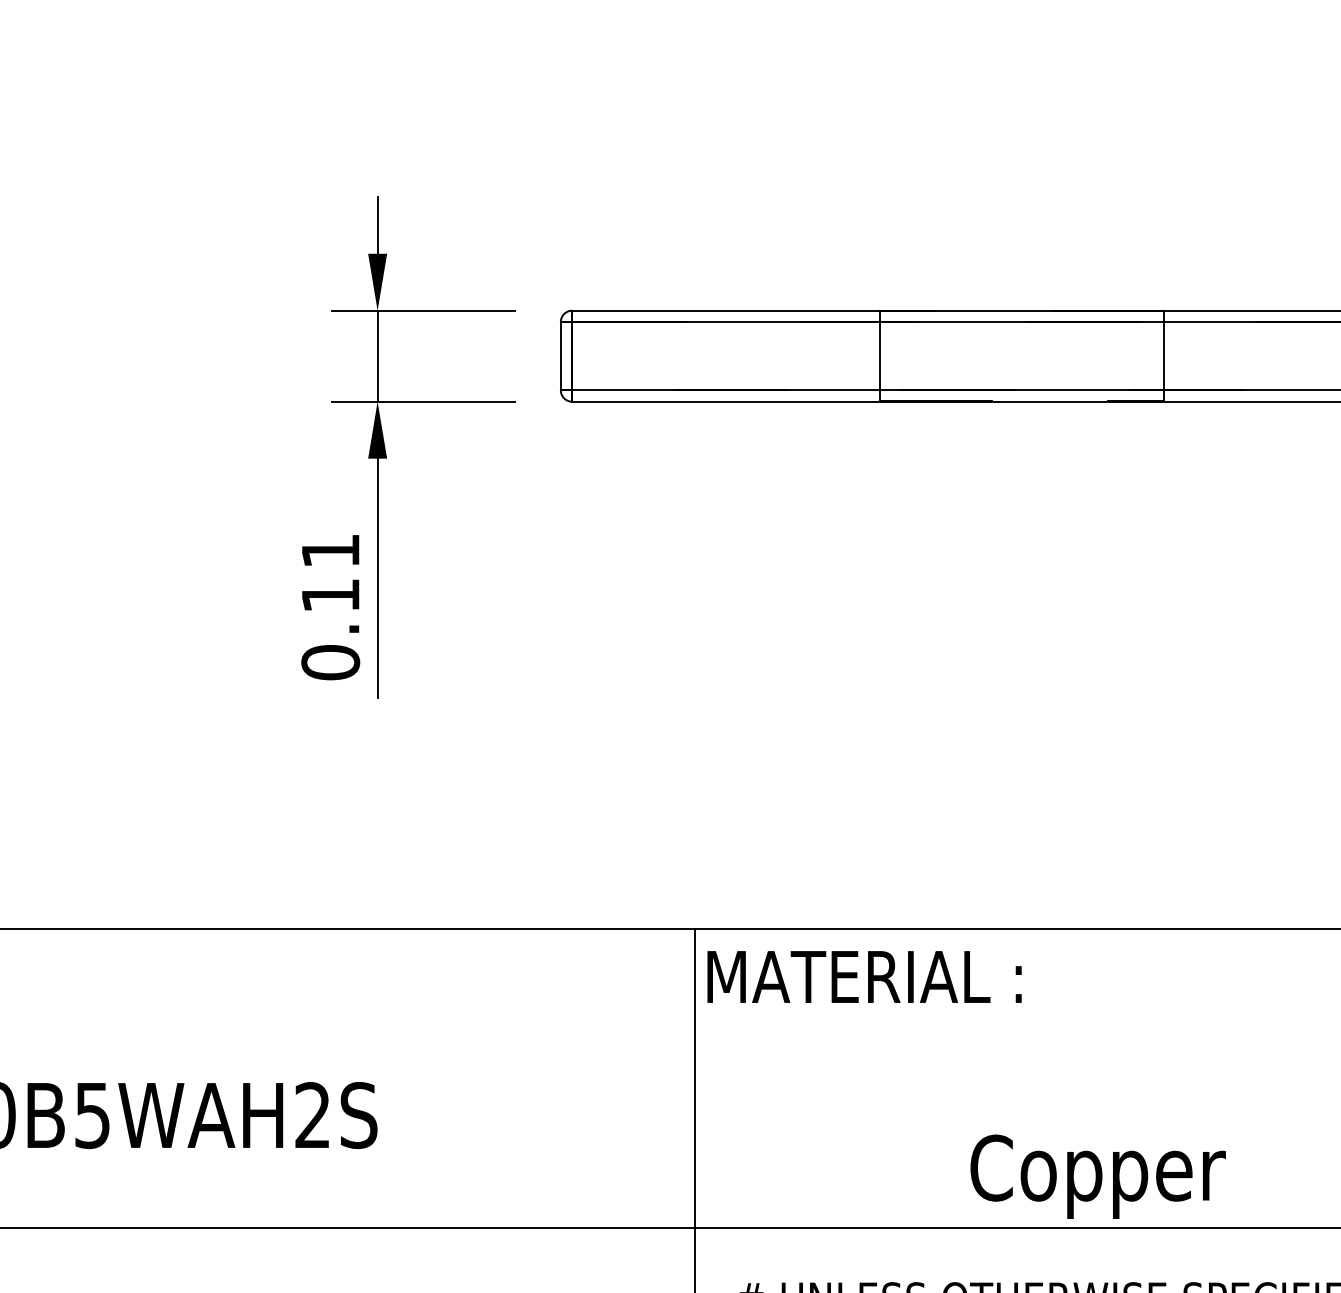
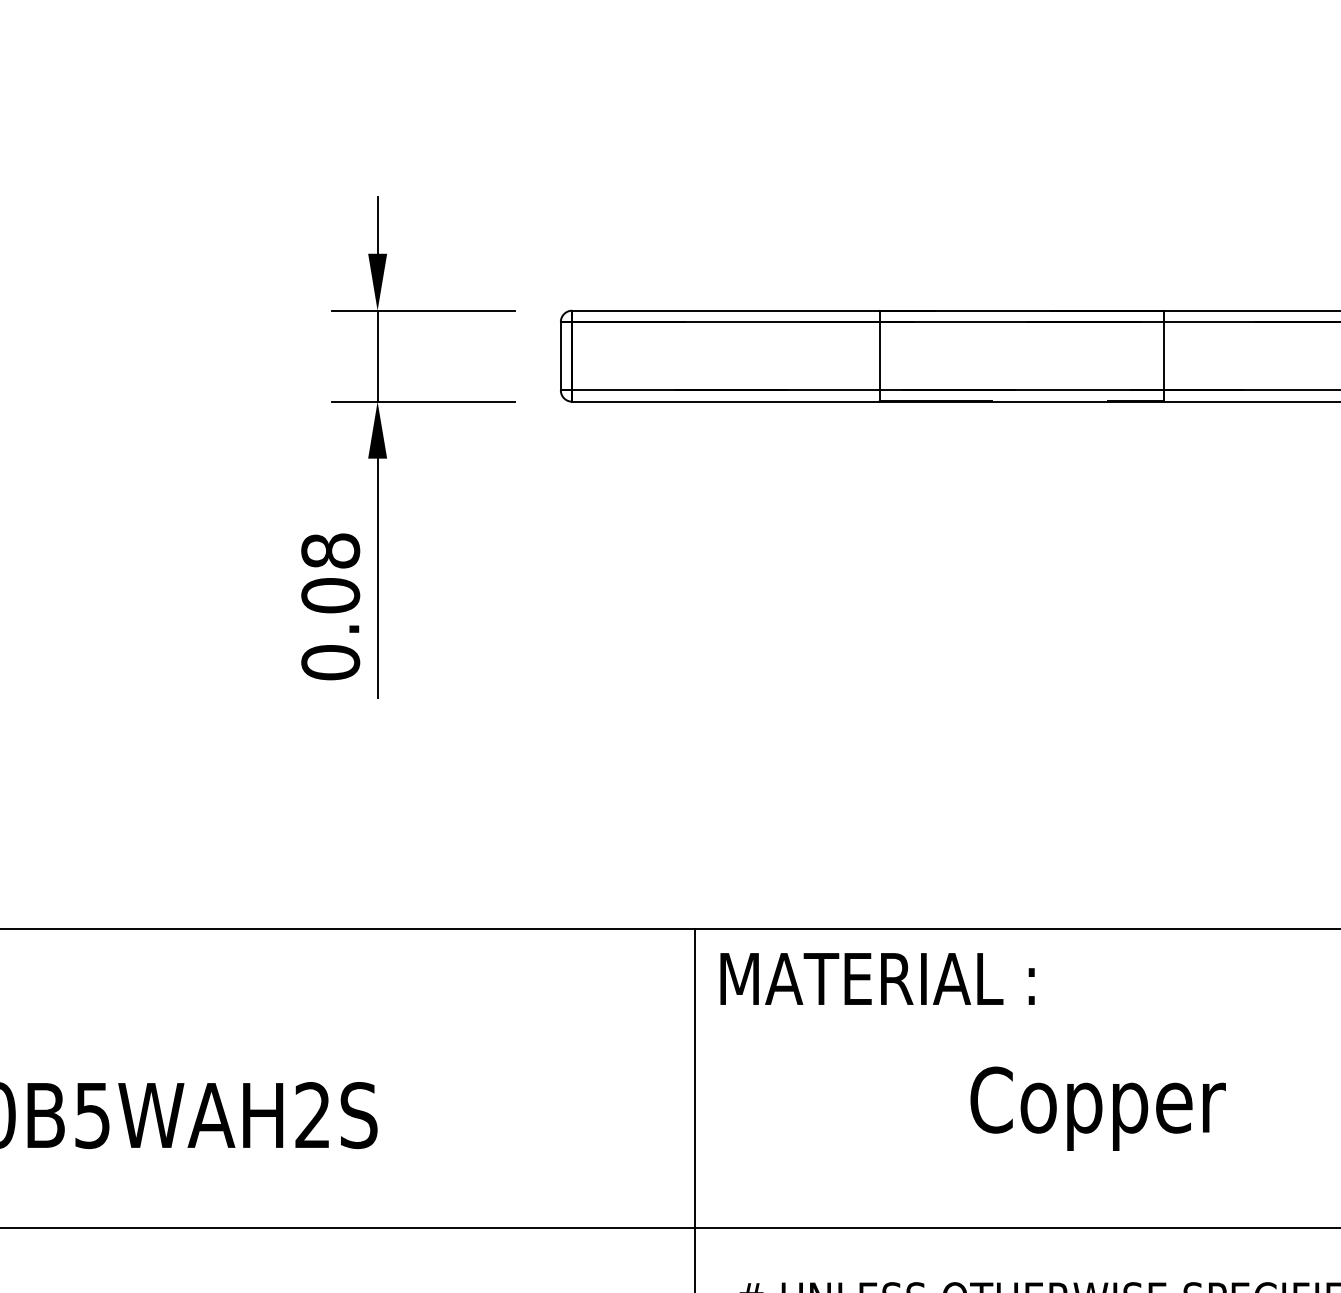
text at (330, 573): 0.11 -> 0.08
text at (864, 976) position: (864, 976) -> (877, 978)
text at (1097, 1176) position: (1097, 1176) -> (1097, 1108)
